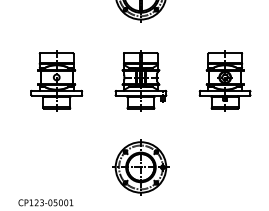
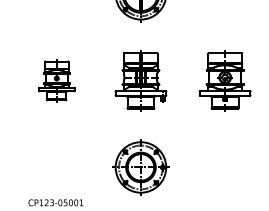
part at (56, 80) size: 54x62 px -> 38x44 px
text at (45, 202) position: (45, 202) -> (55, 202)
